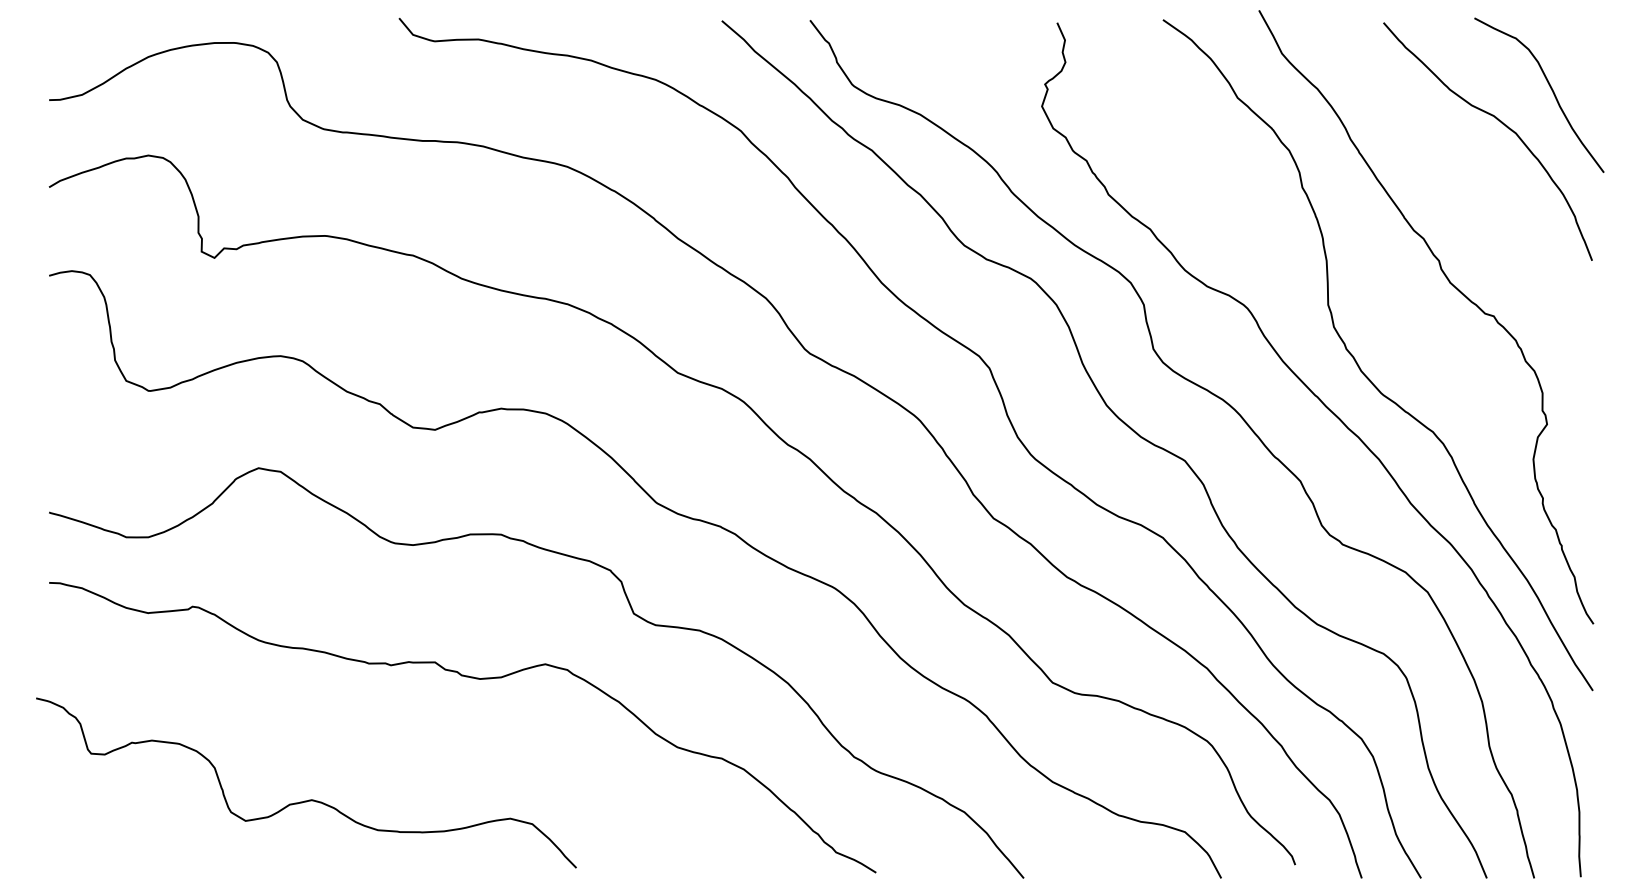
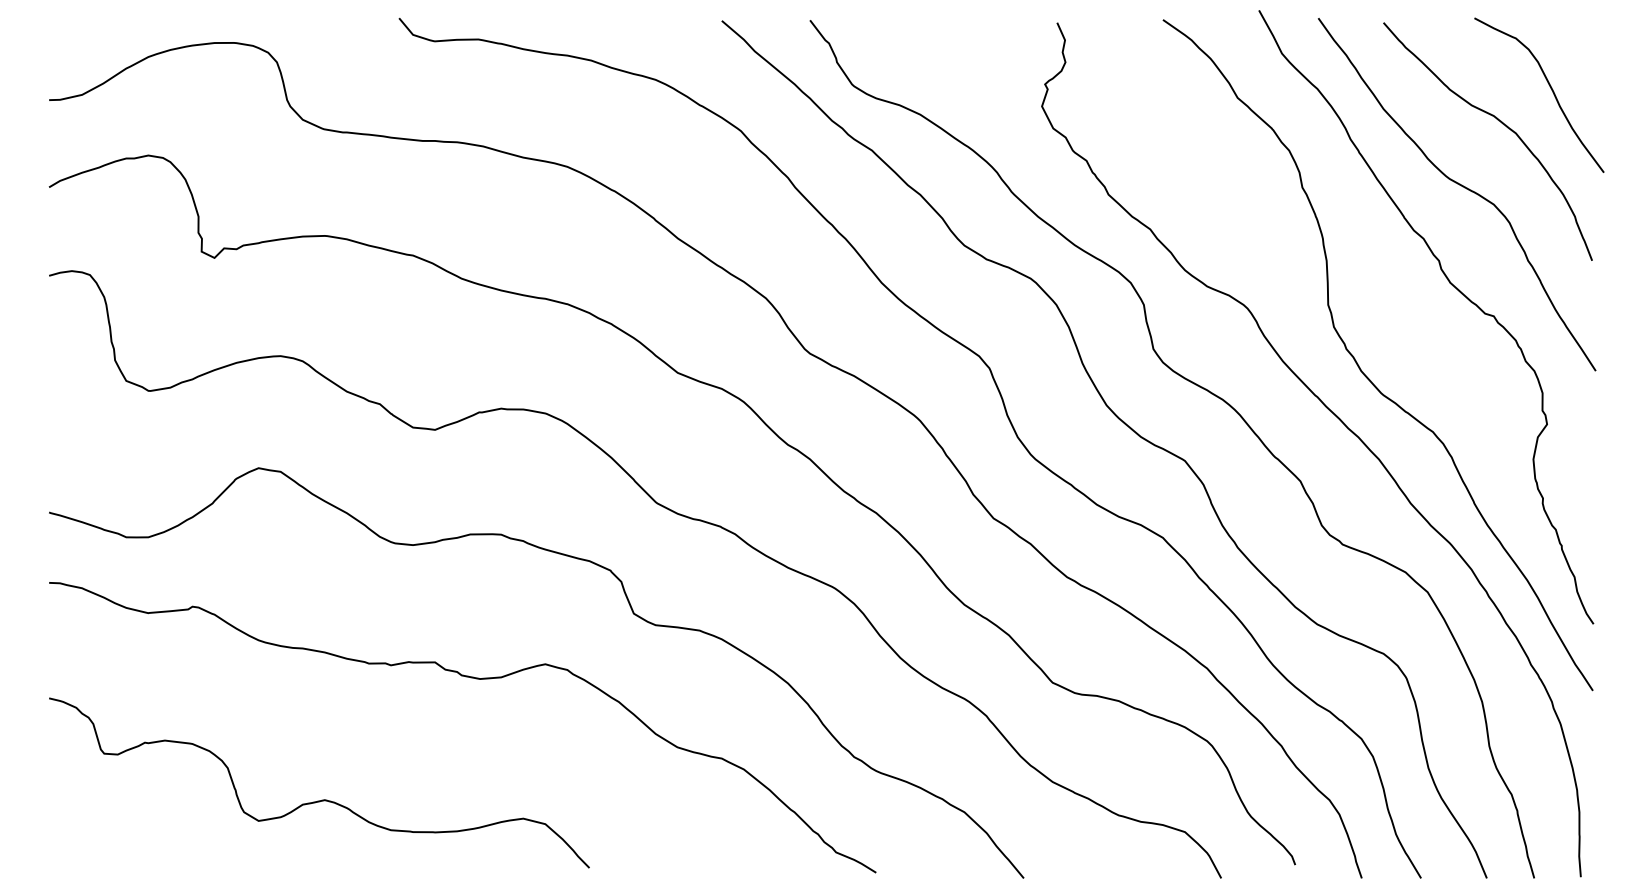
curve at (1462, 187): none -> present
curve at (309, 799) position: (309, 799) -> (322, 799)
